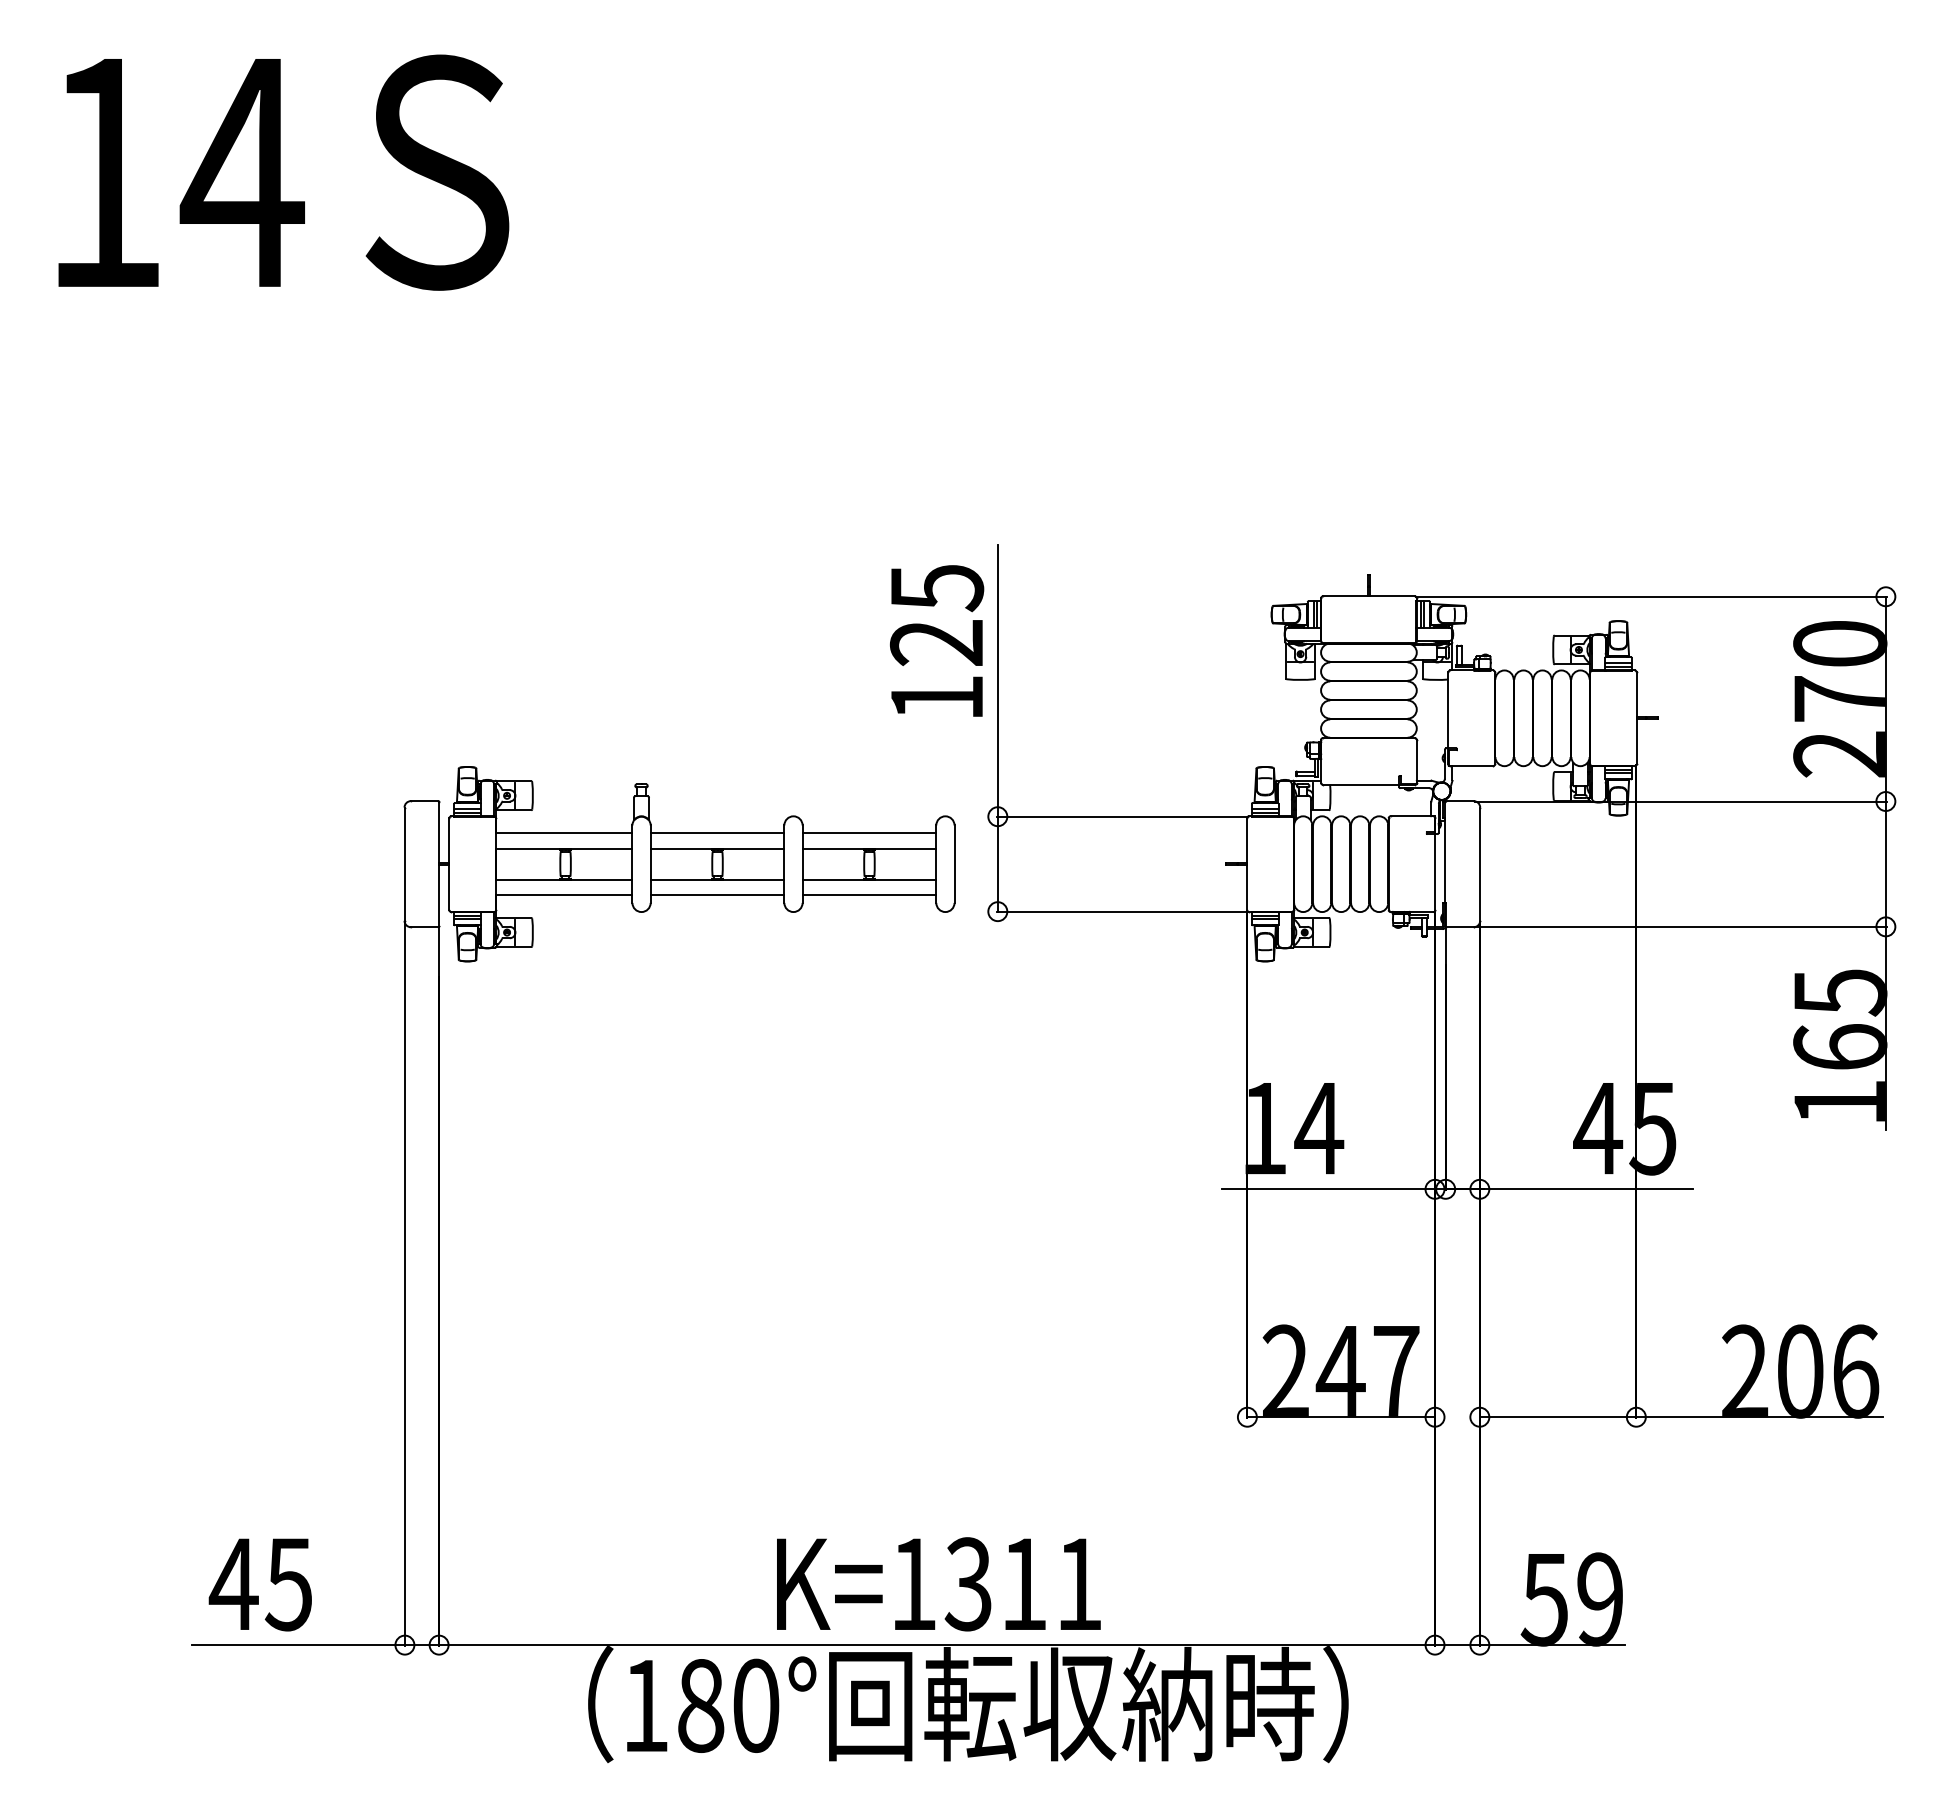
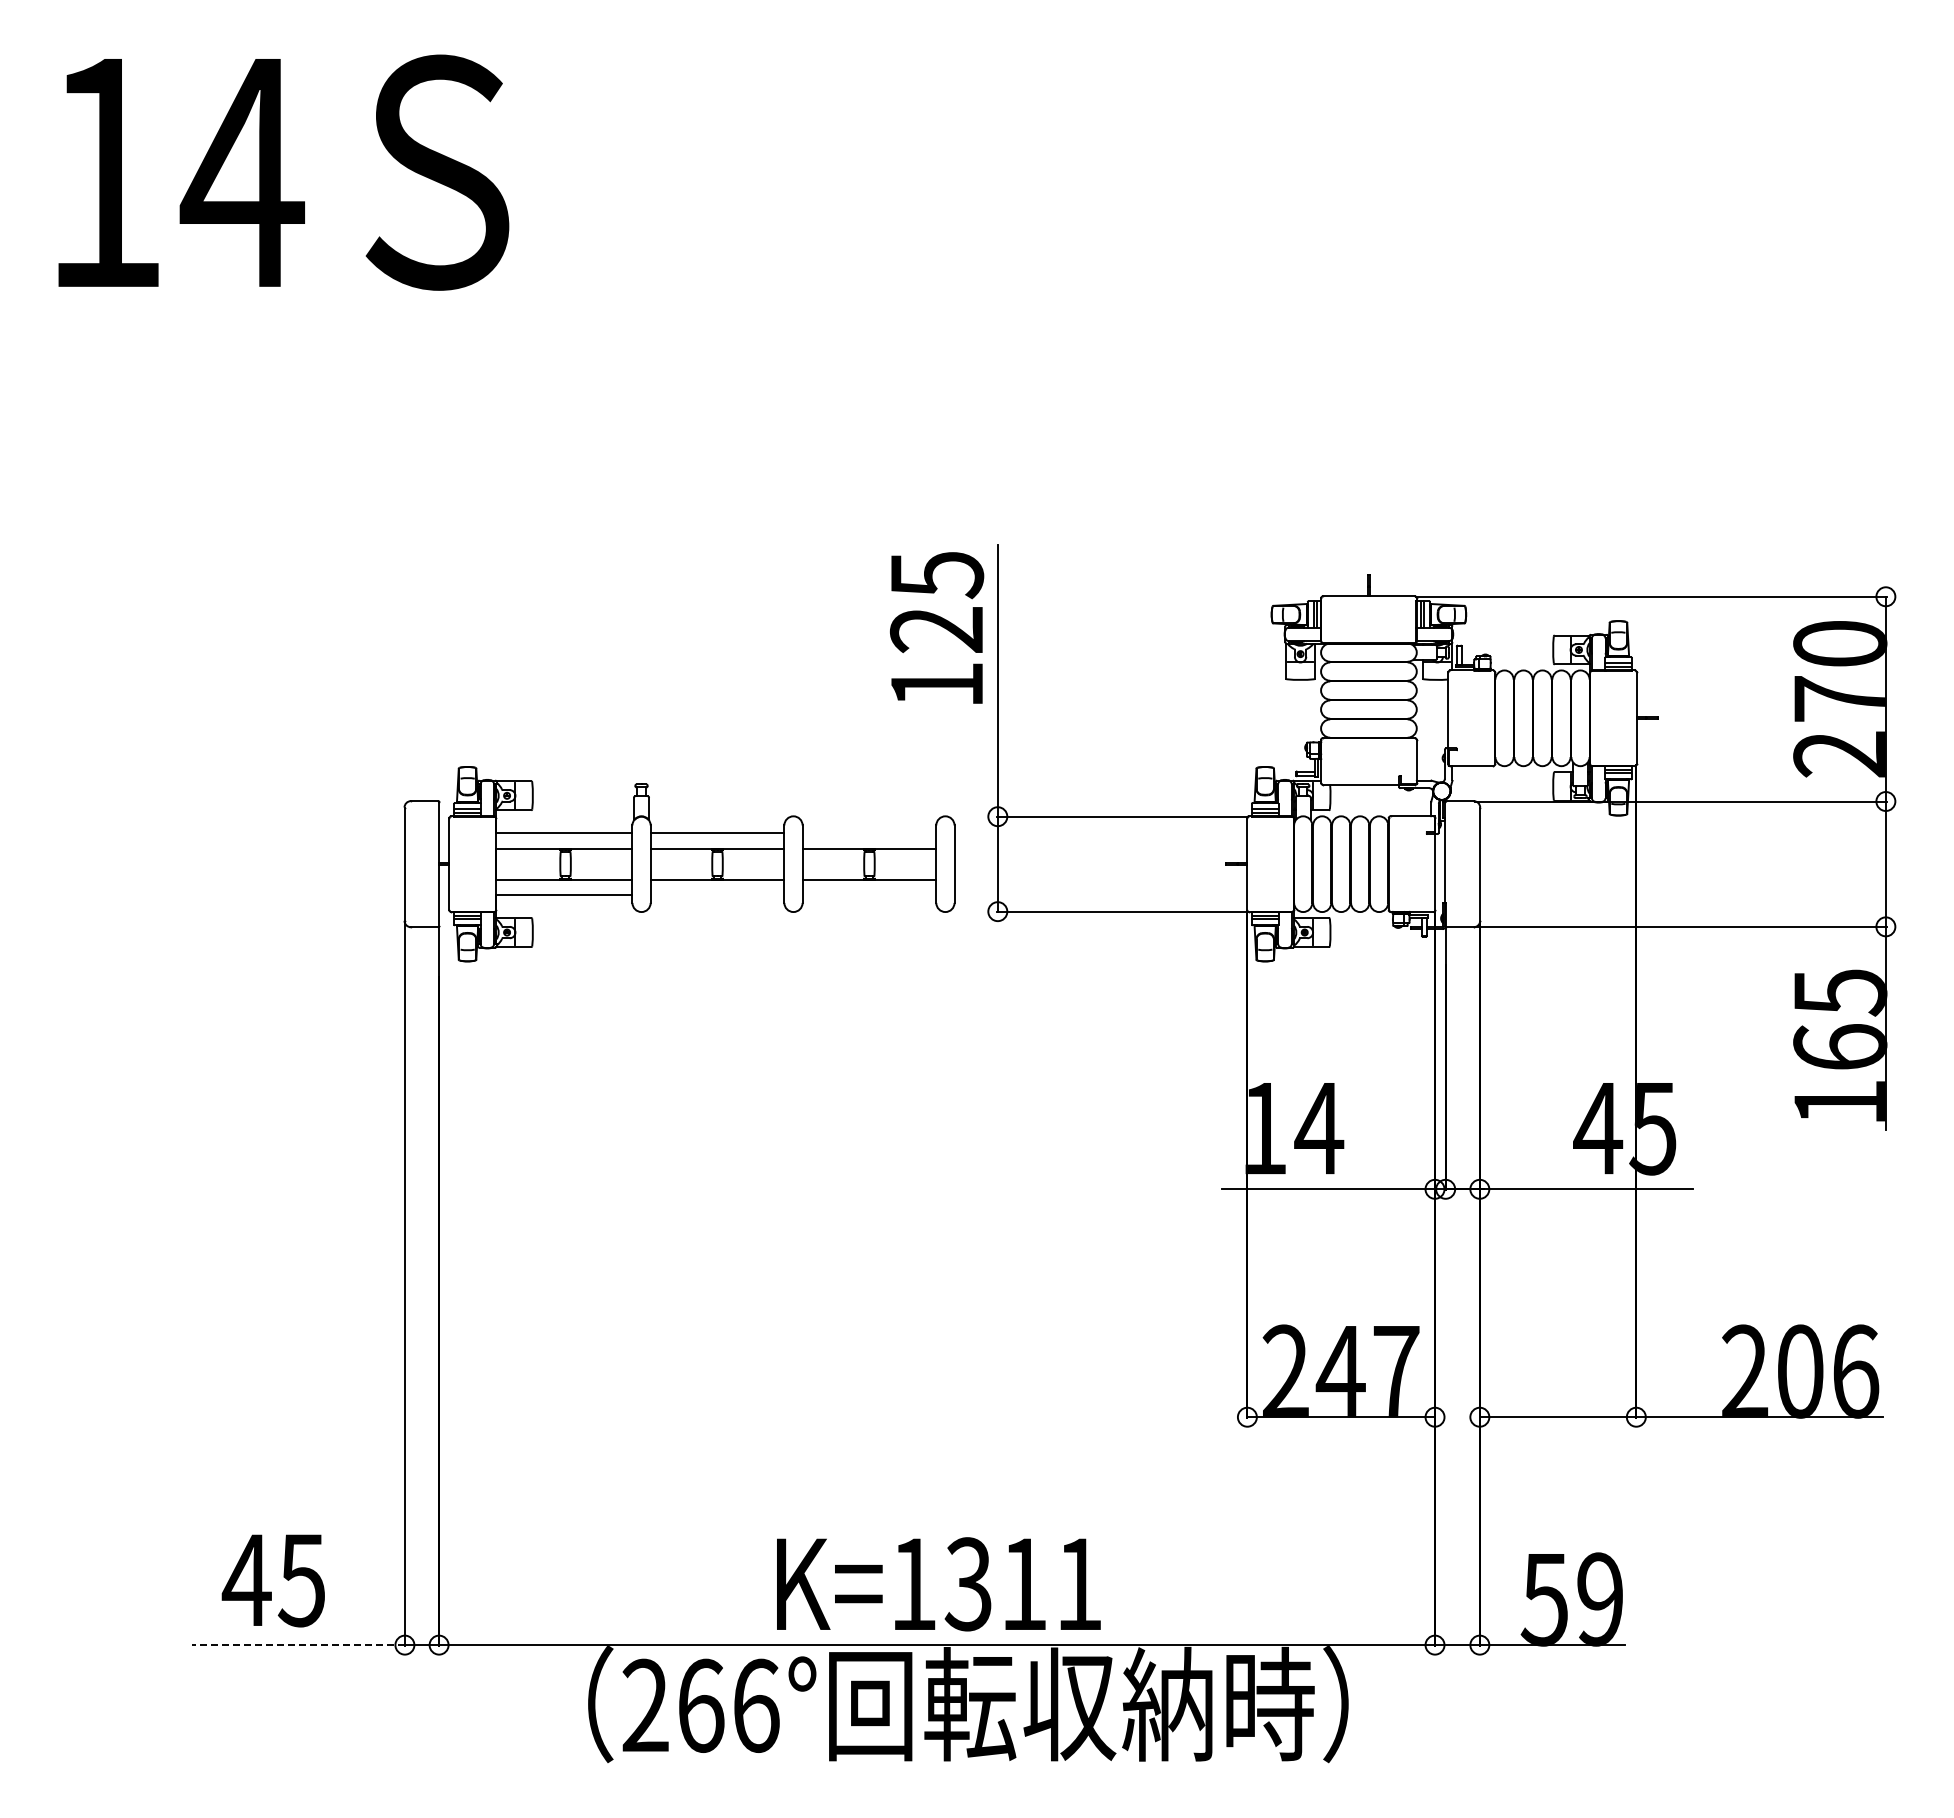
text at (937, 640) position: (937, 640) -> (937, 627)
line at (869, 833): present -> none
line at (717, 894): present -> none
line at (869, 894): present -> none
text at (259, 1584) position: (259, 1584) -> (272, 1580)
line at (298, 1645): solid -> dashed
text at (700, 1705): 180° -> 266°
